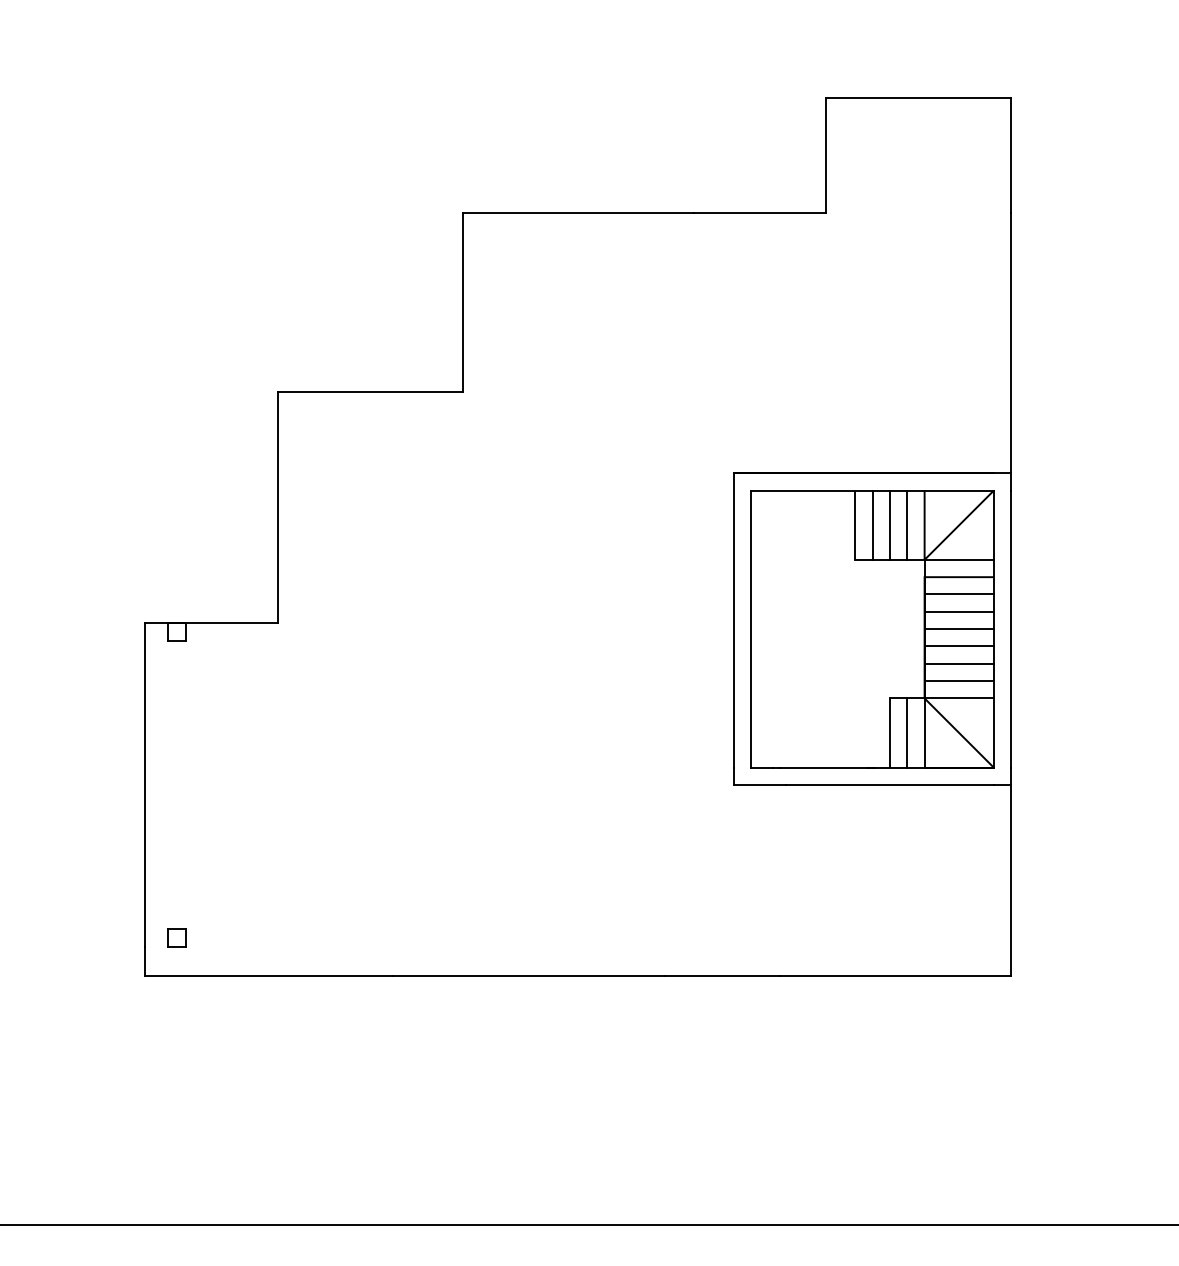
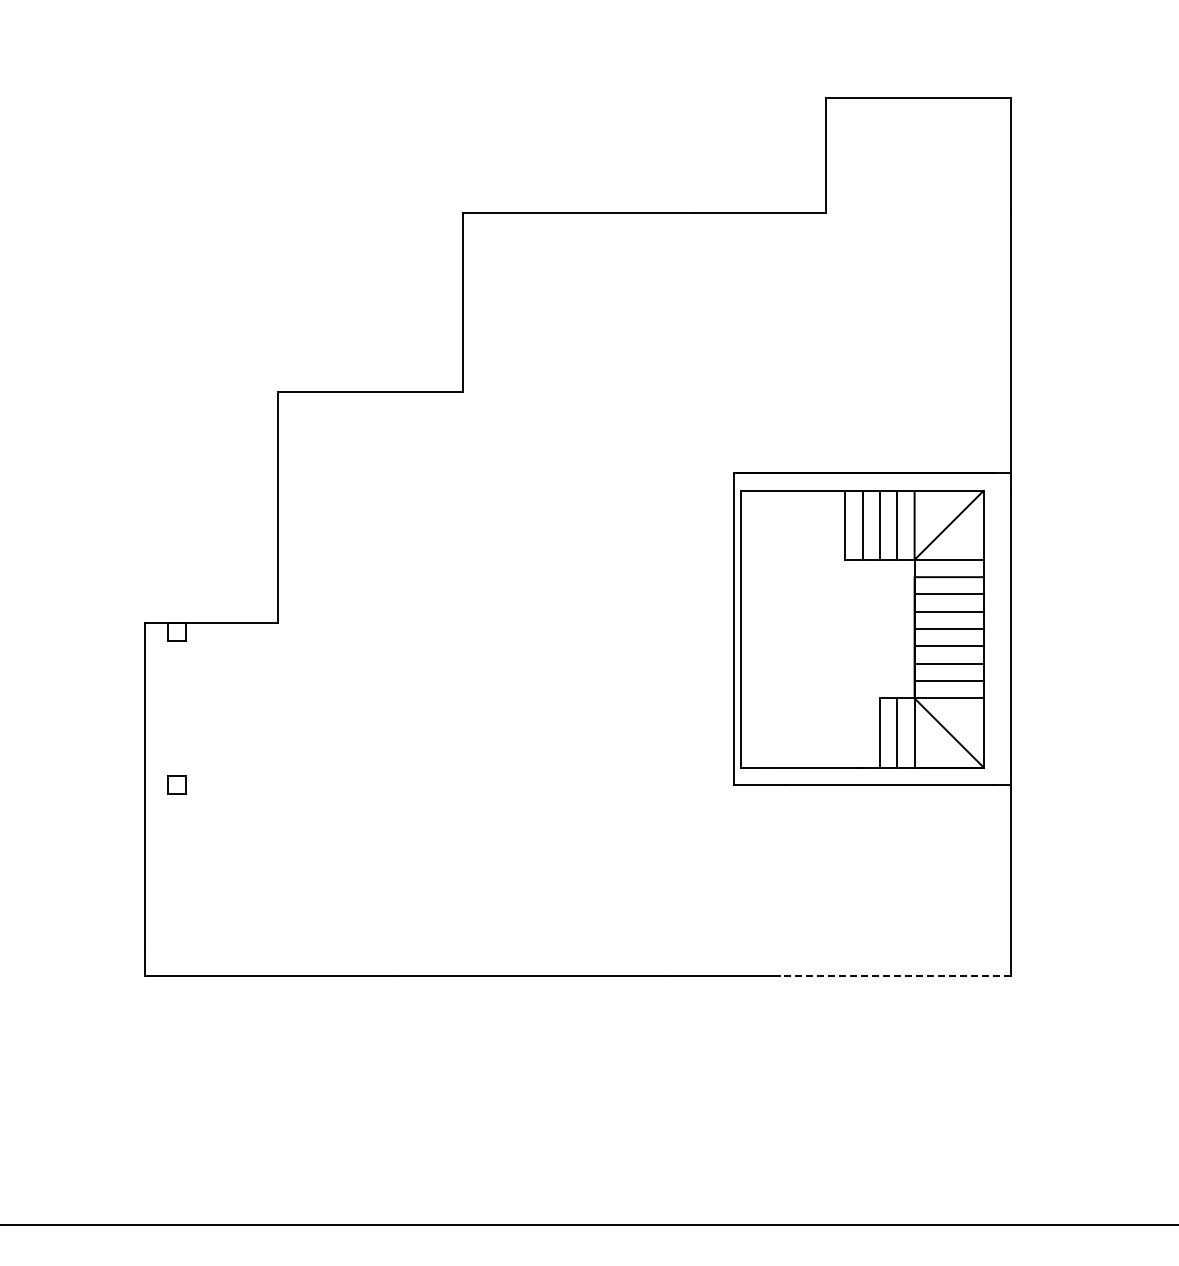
part at (872, 629) position: (872, 629) -> (862, 629)
part at (176, 937) position: (176, 937) -> (176, 784)
line at (895, 975): solid -> dashed
